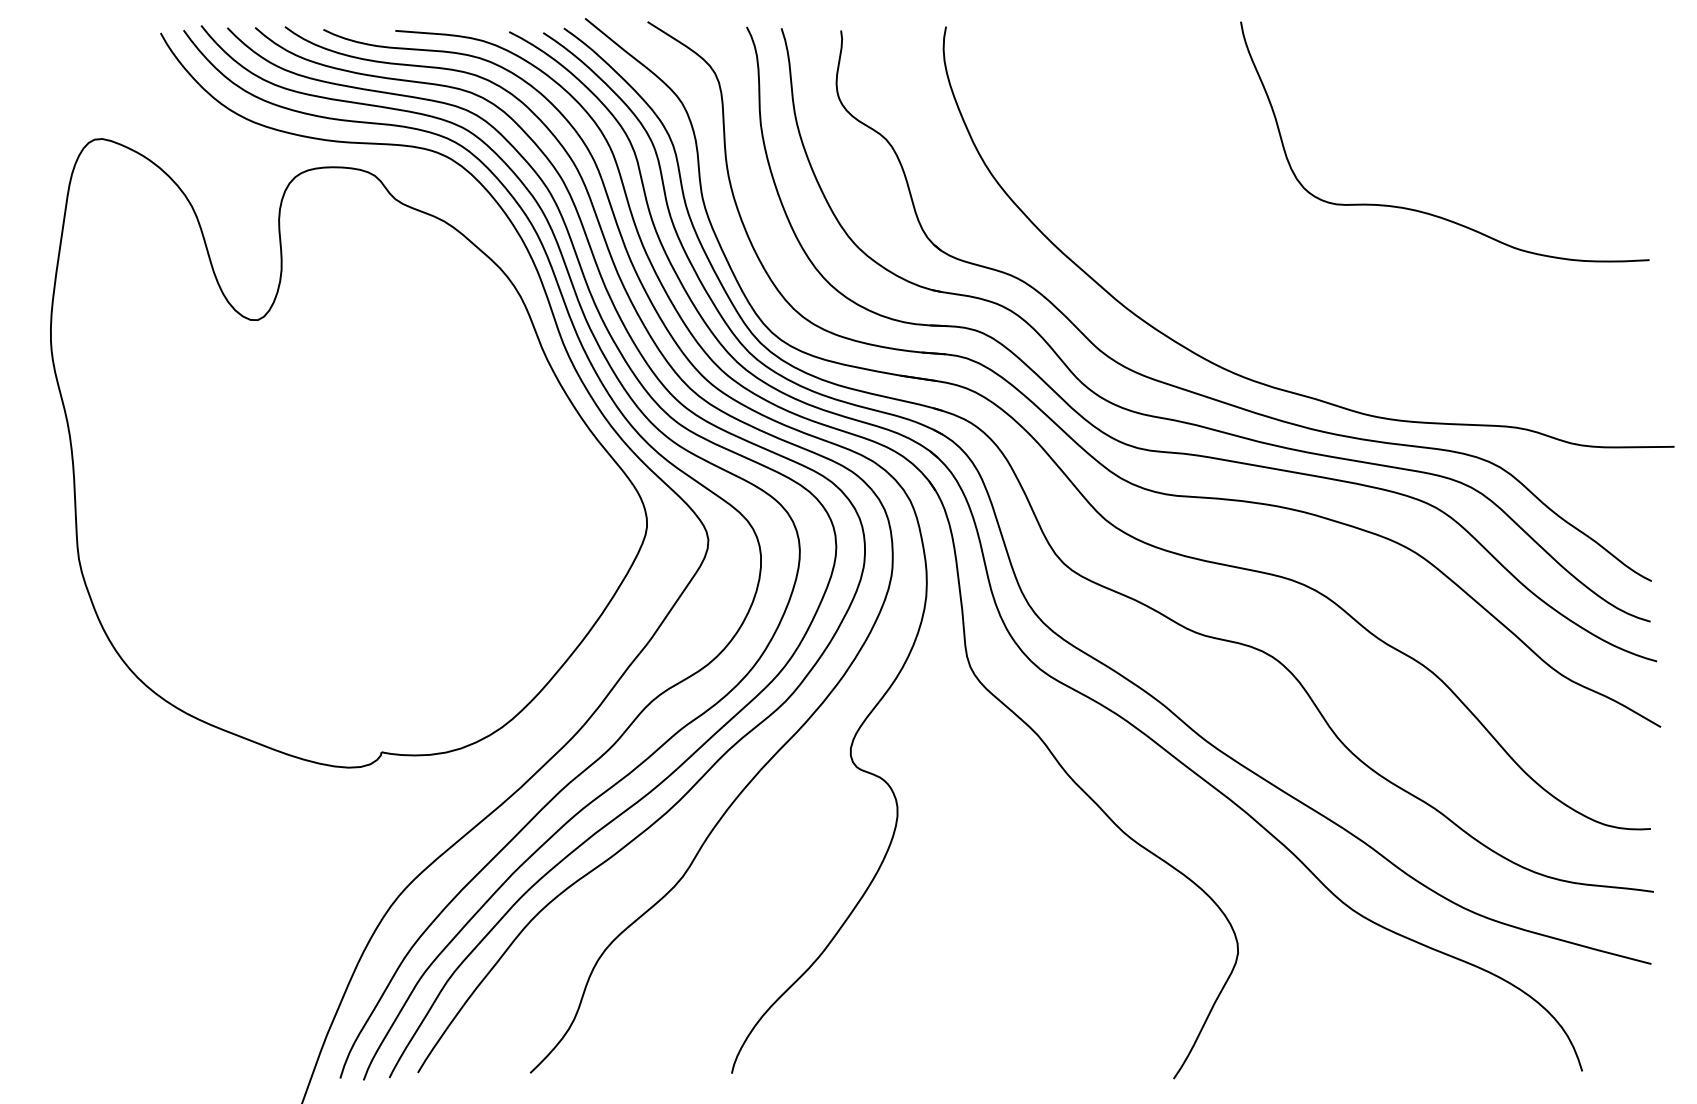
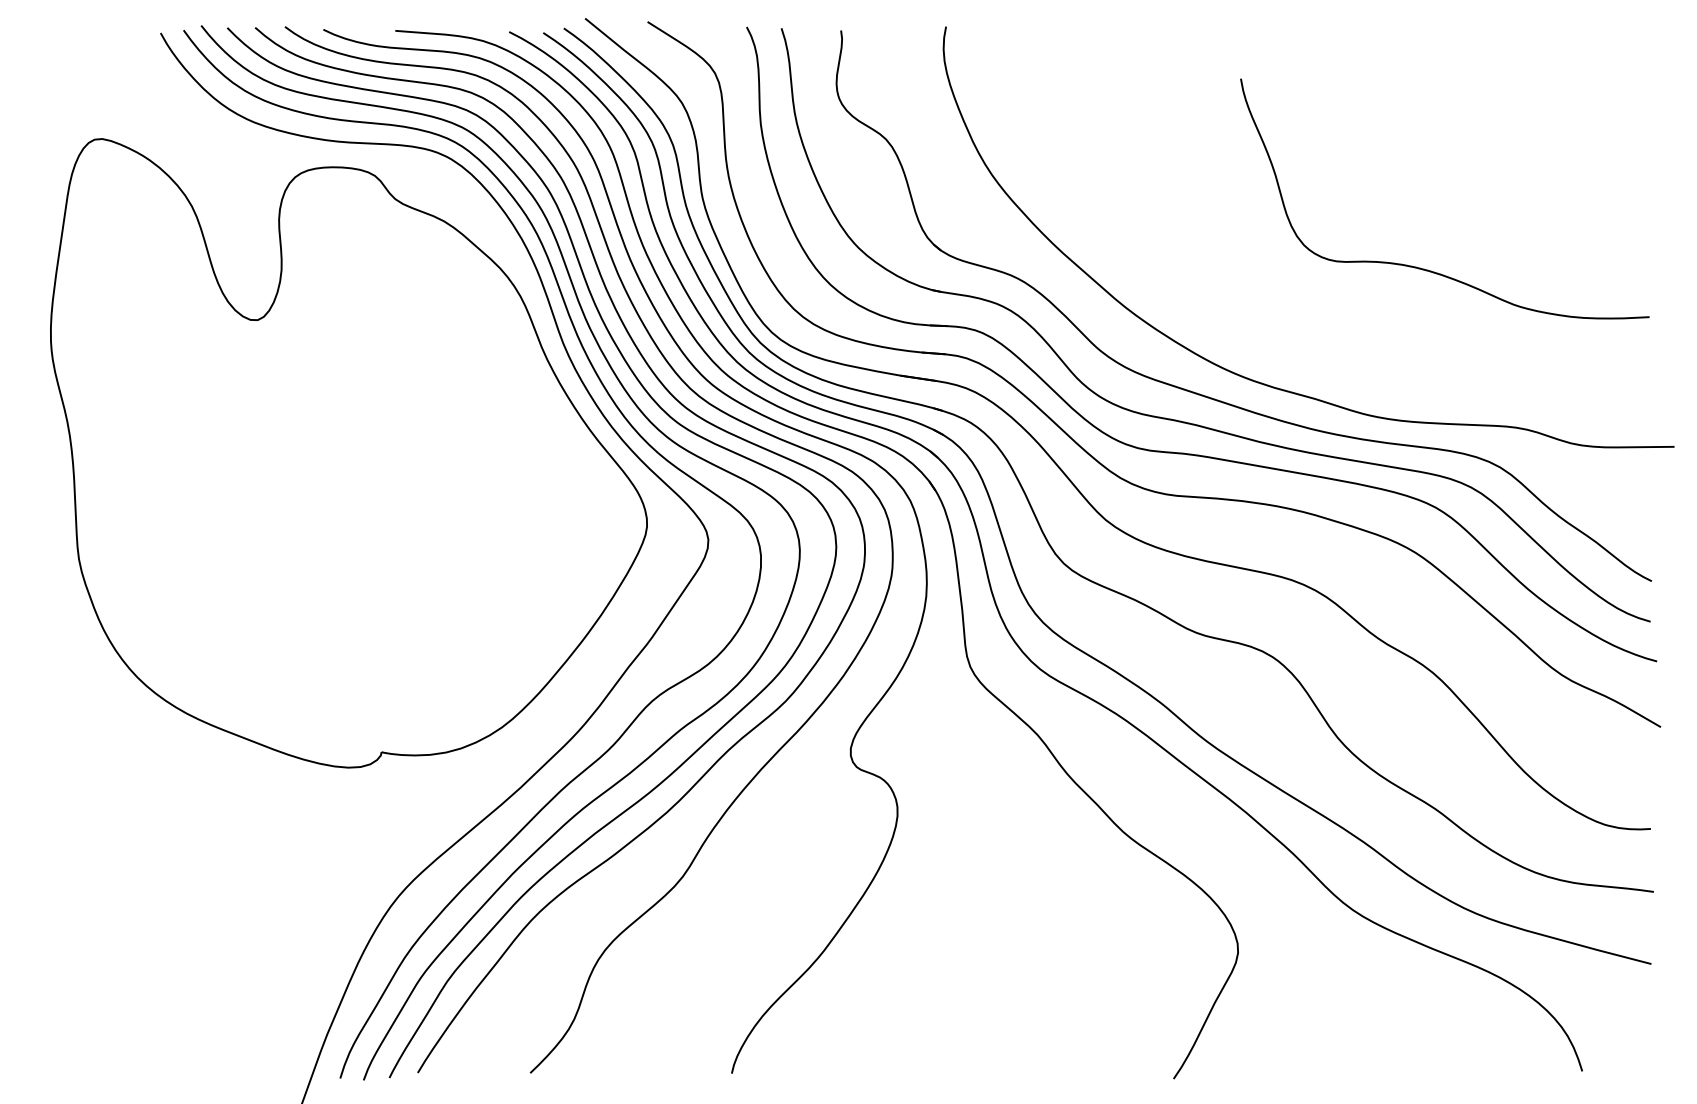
curve at (1428, 212) position: (1428, 212) -> (1428, 269)
